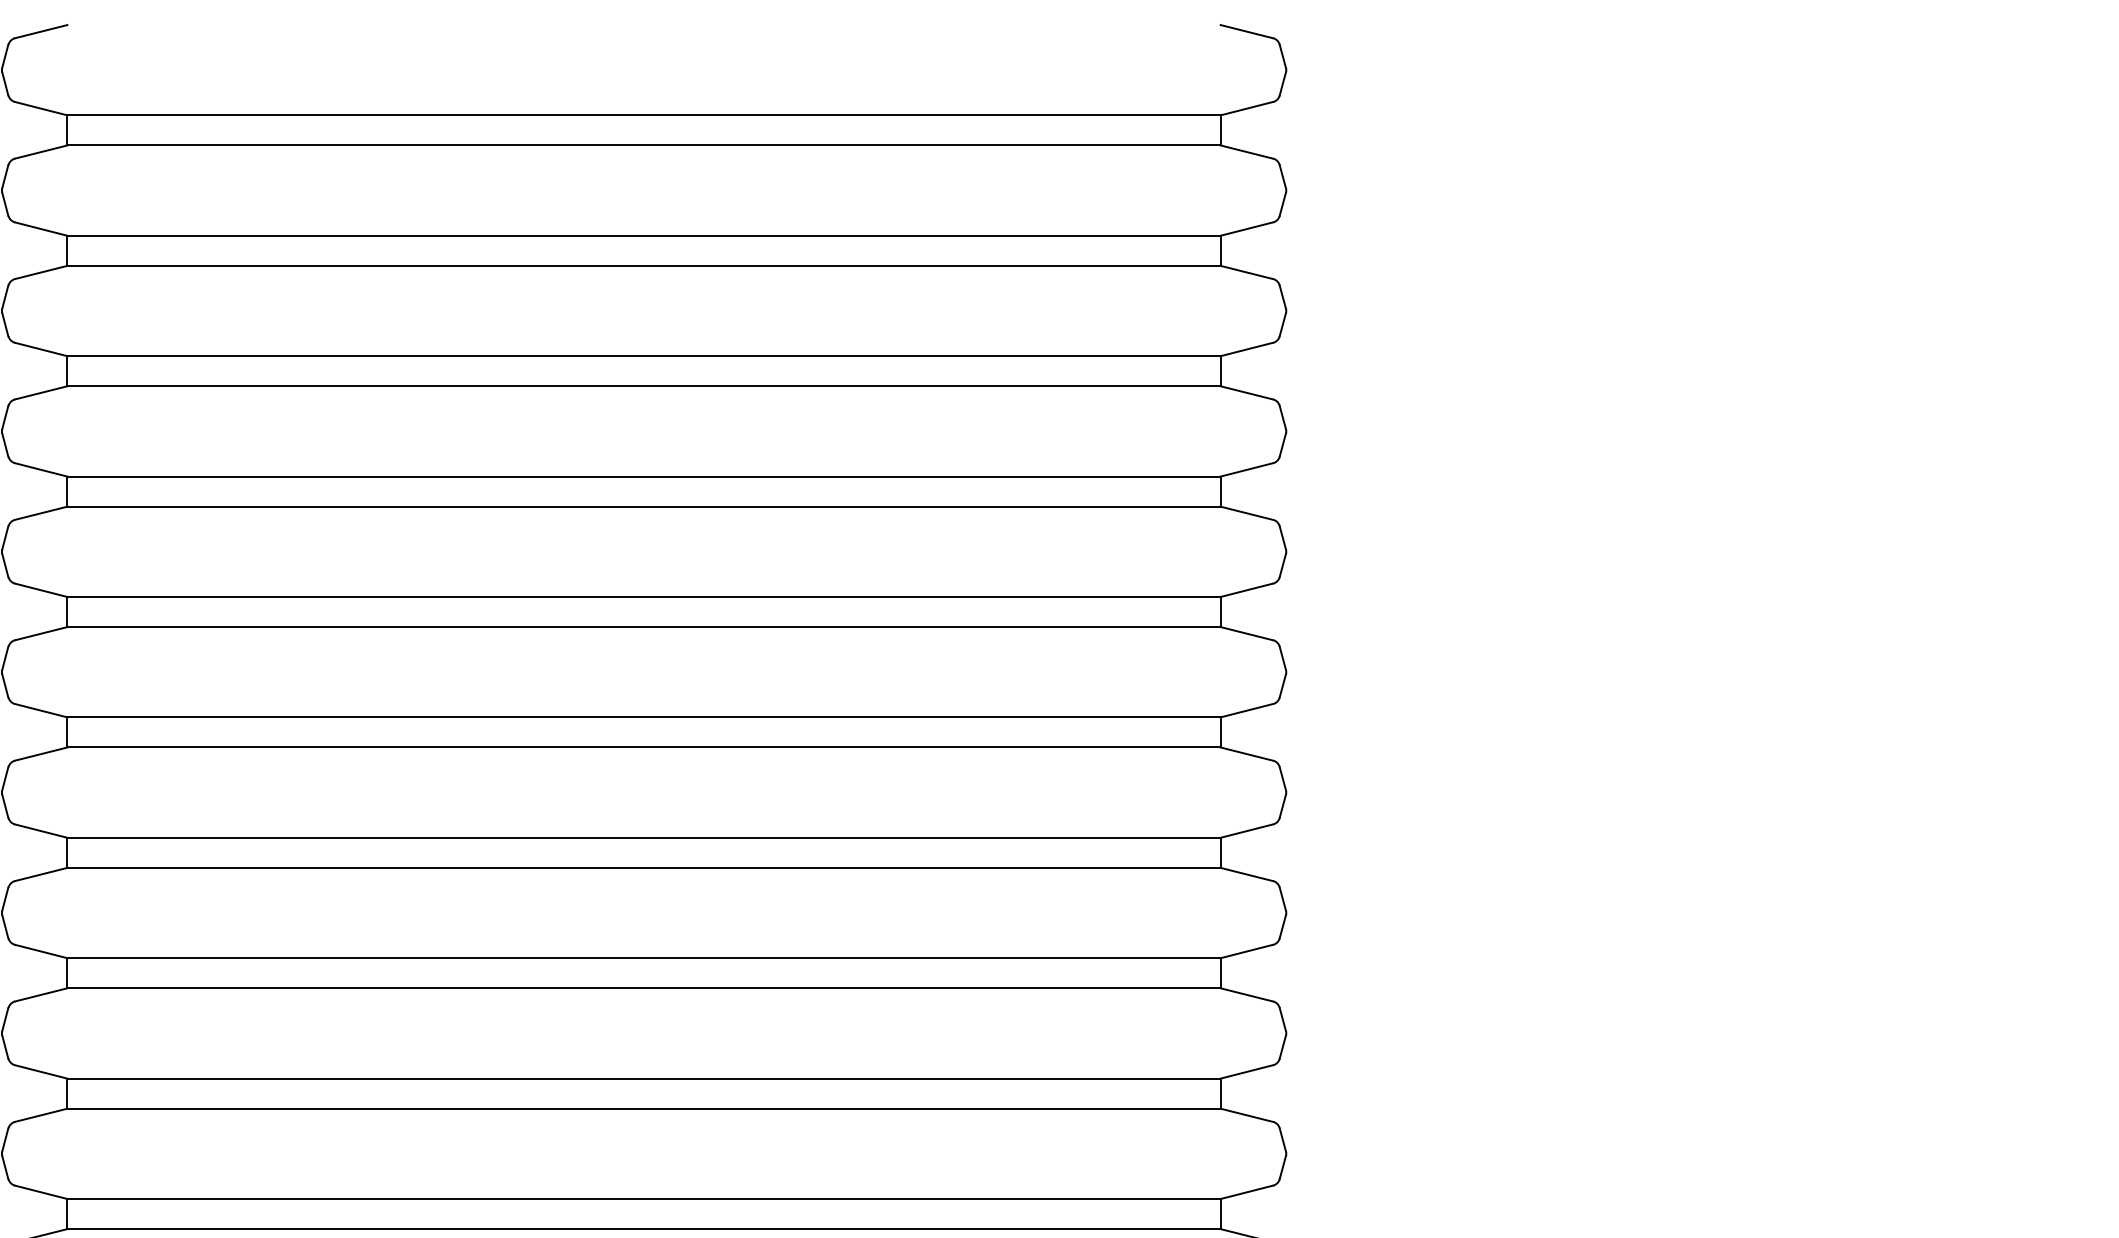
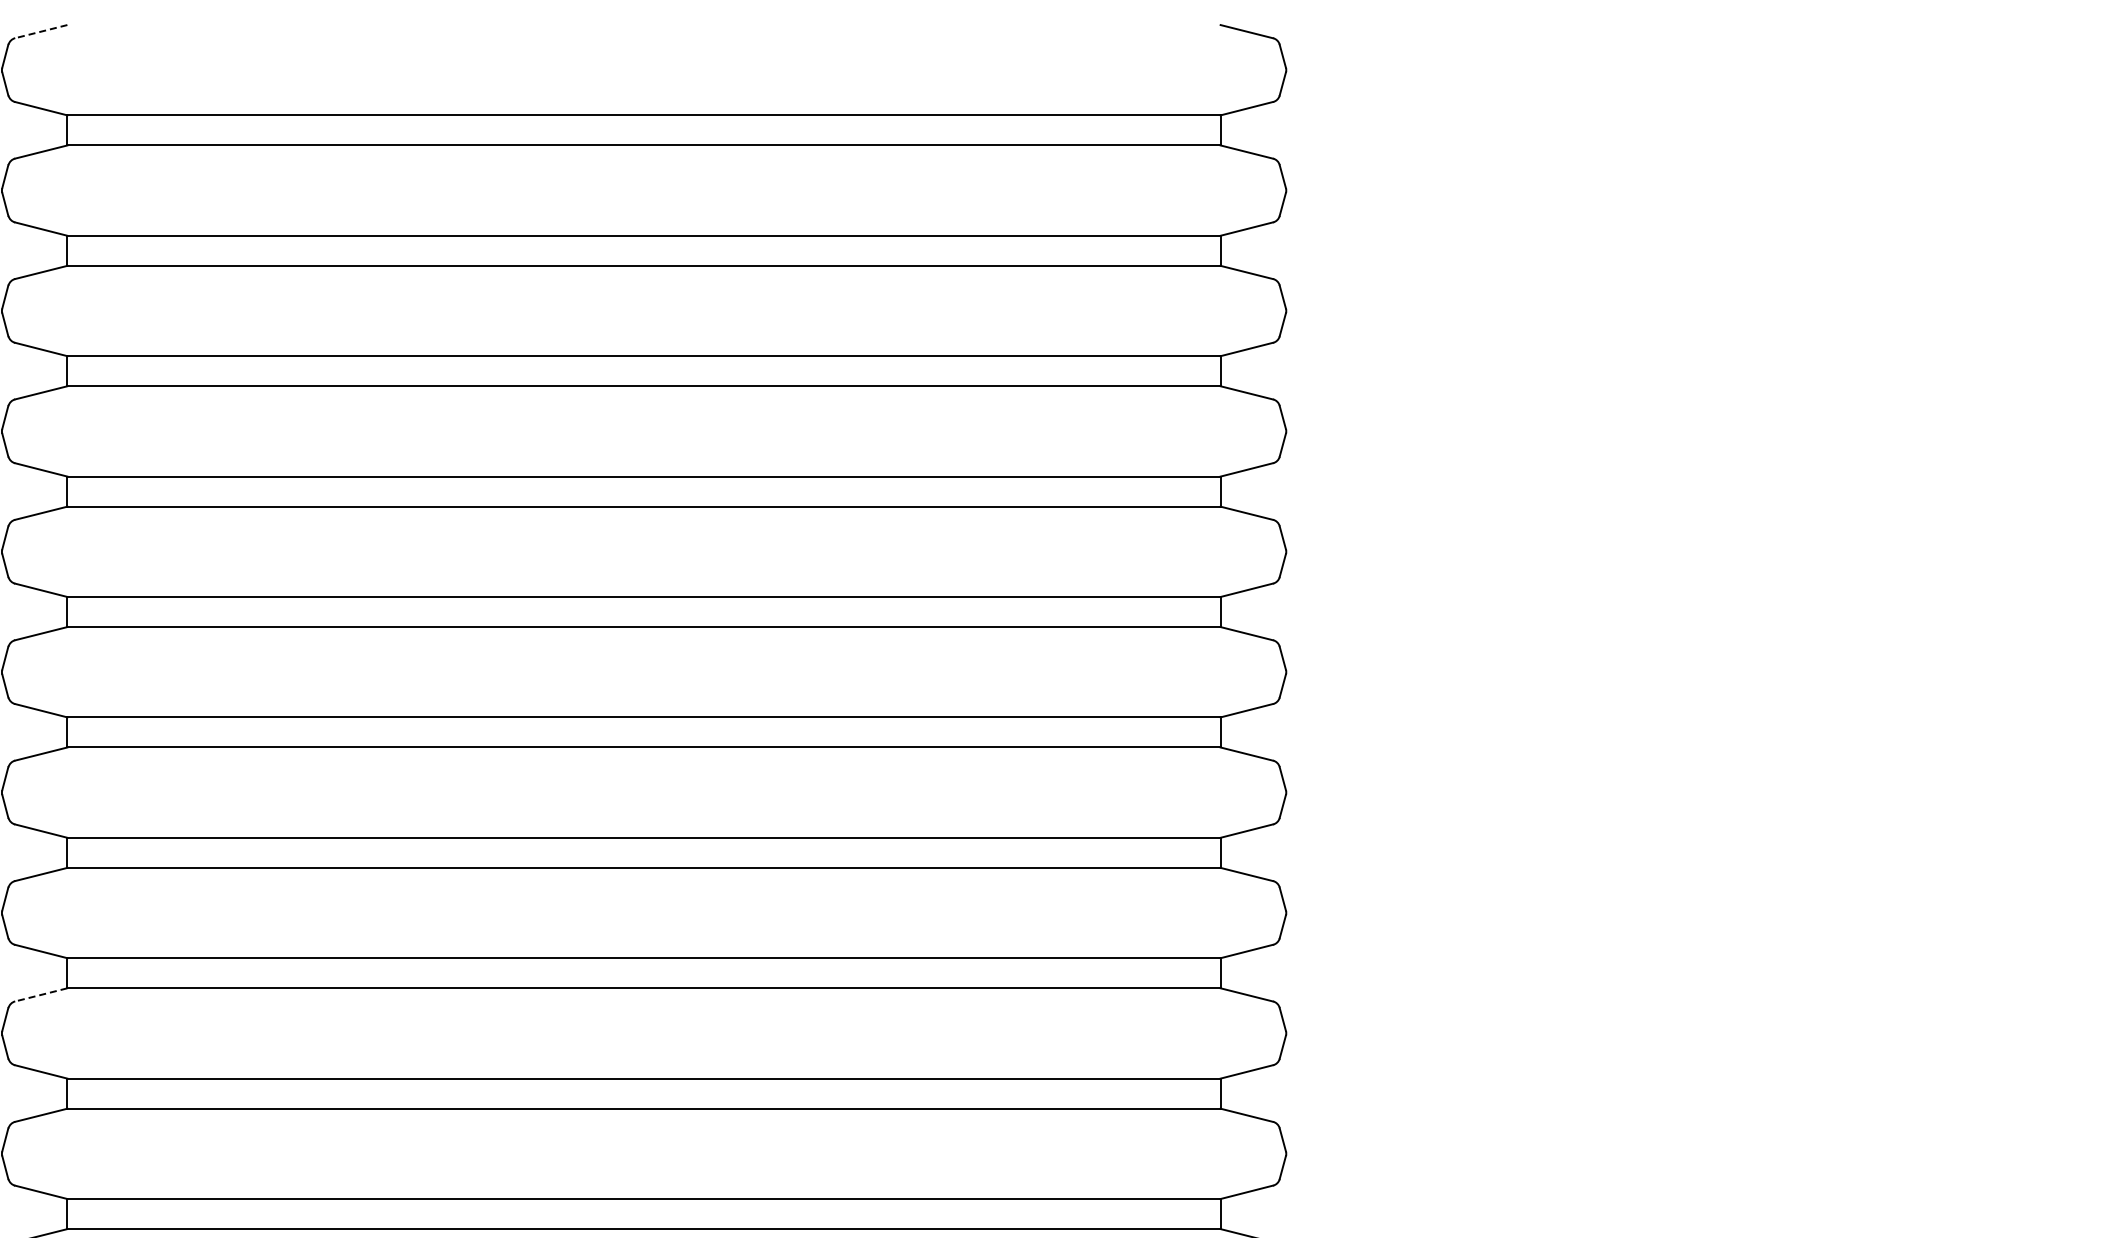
line at (41, 31): solid -> dashed
line at (41, 994): solid -> dashed
